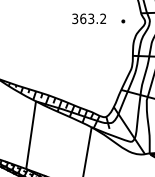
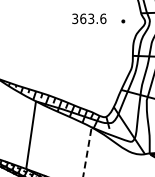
text at (103, 18): 363.2 -> 363.6
line at (87, 151): solid -> dashed
